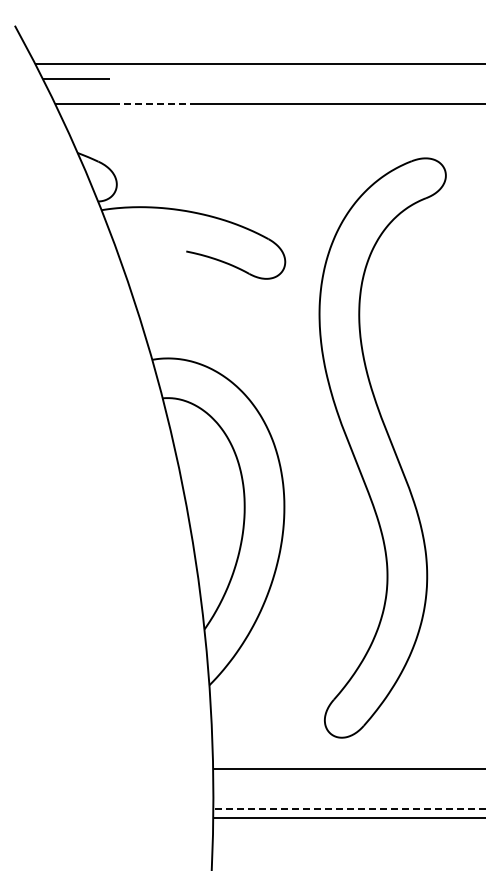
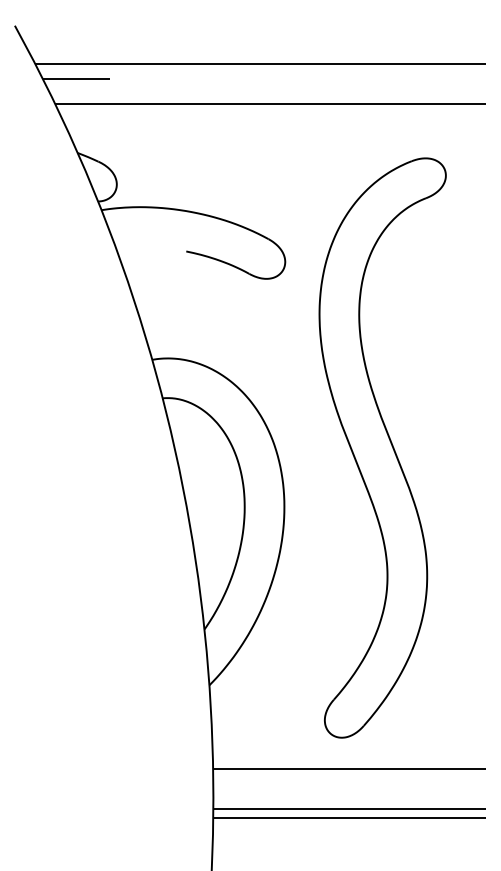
line at (155, 104): dashed -> solid
line at (349, 808): dashed -> solid
